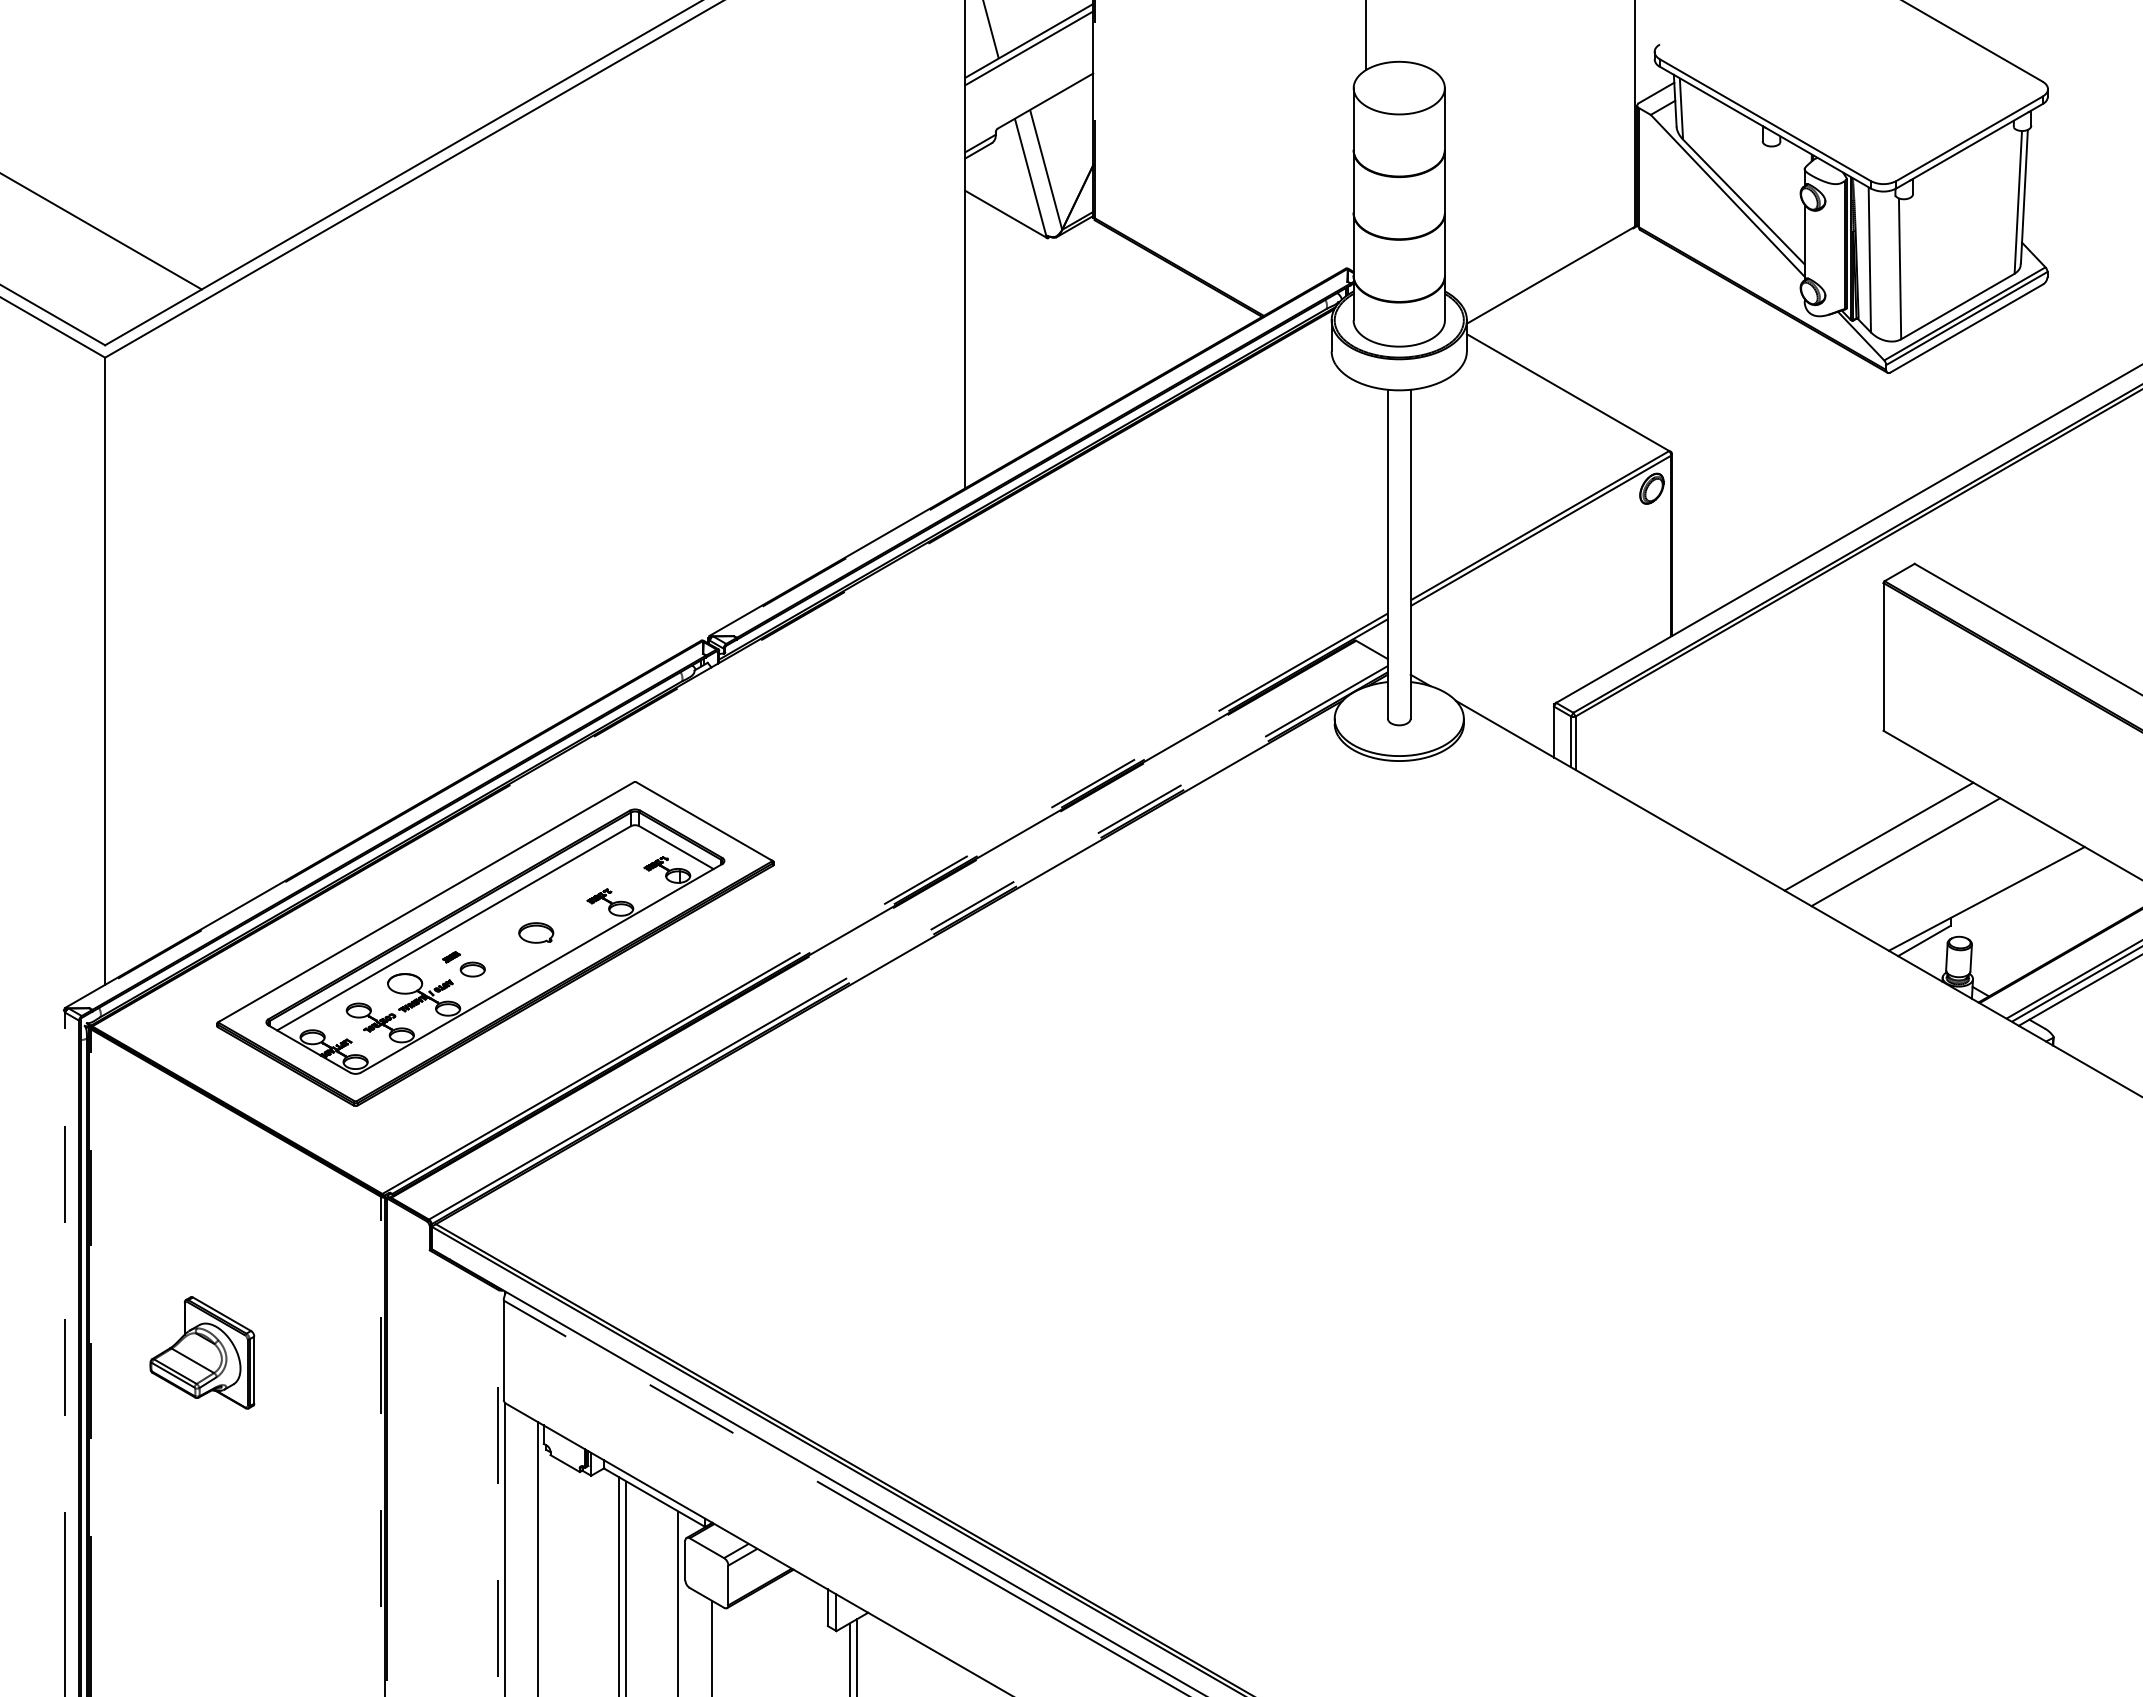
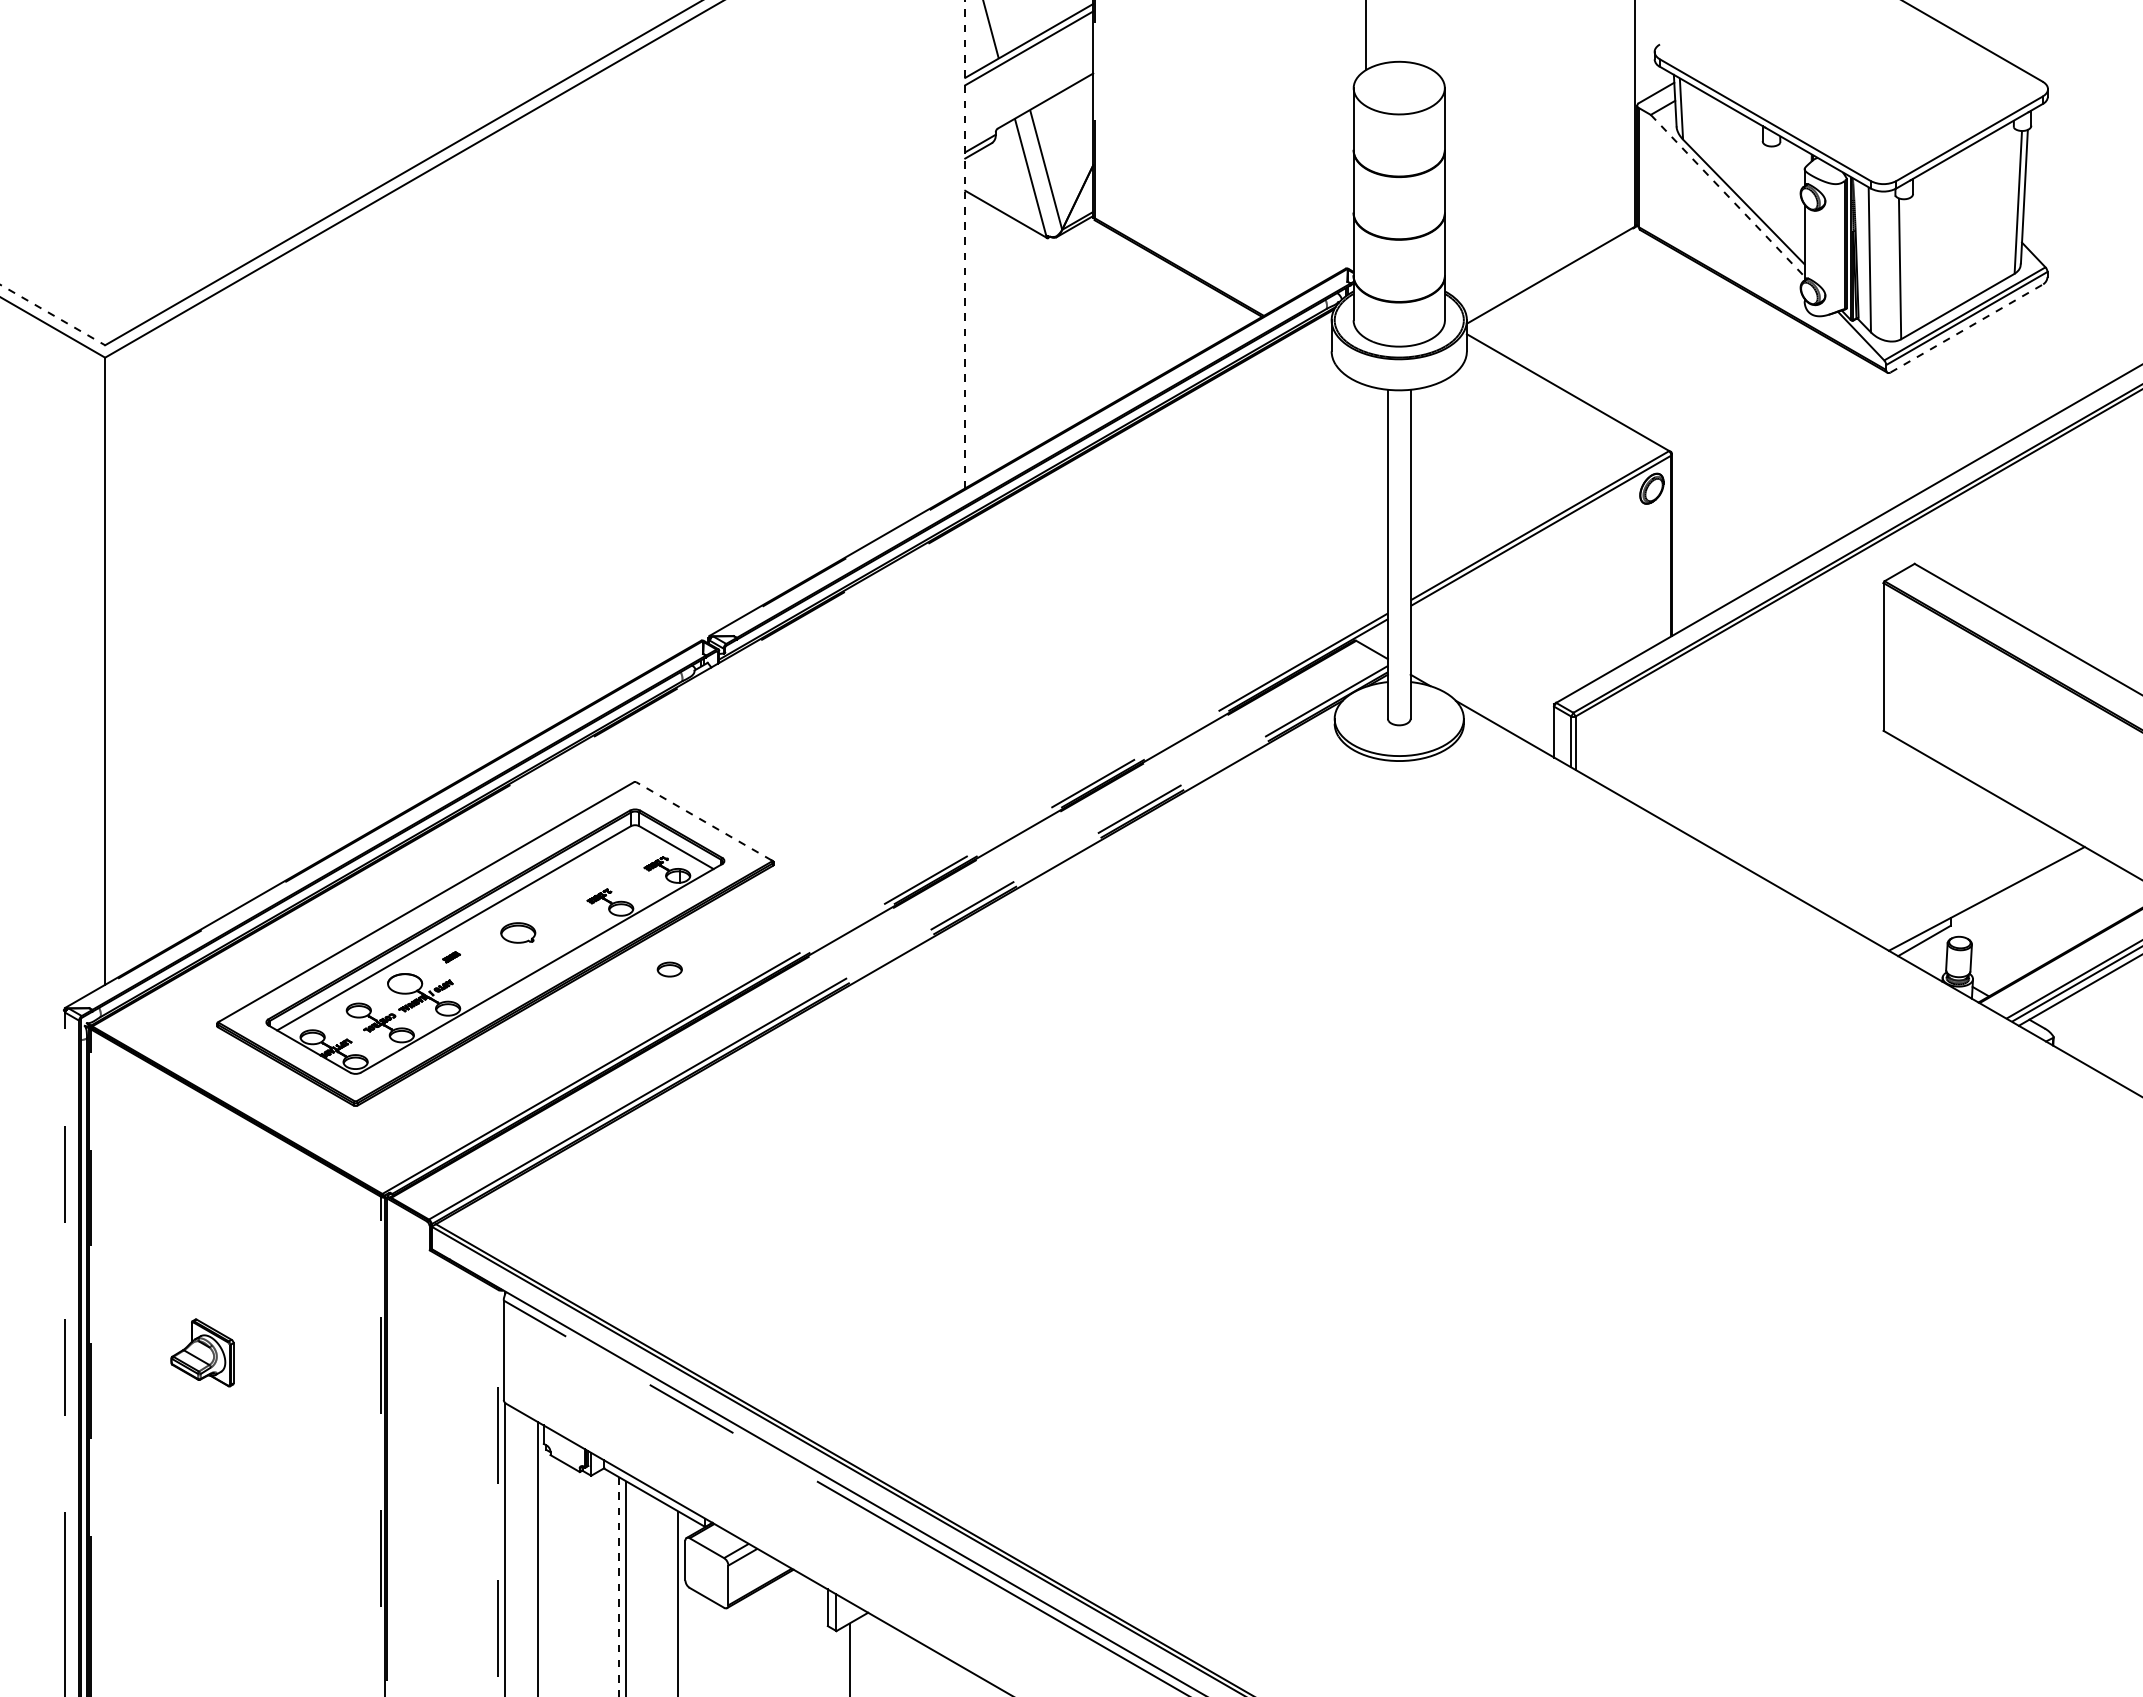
line at (1727, 195): solid -> dashed
line at (101, 231): present -> none
line at (965, 243): solid -> dashed
line at (53, 315): solid -> dashed
line at (1967, 328): solid -> dashed
line at (703, 821): solid -> dashed
line at (1878, 836): present -> none
line at (1905, 852): present -> none
part at (536, 932) position: (536, 932) -> (518, 932)
part at (472, 969) position: (472, 969) -> (669, 969)
part at (202, 1352) size: 107x114 px -> 65x70 px
line at (619, 1587): solid -> dashed
line at (712, 1646): present -> none
line at (857, 1656): present -> none
